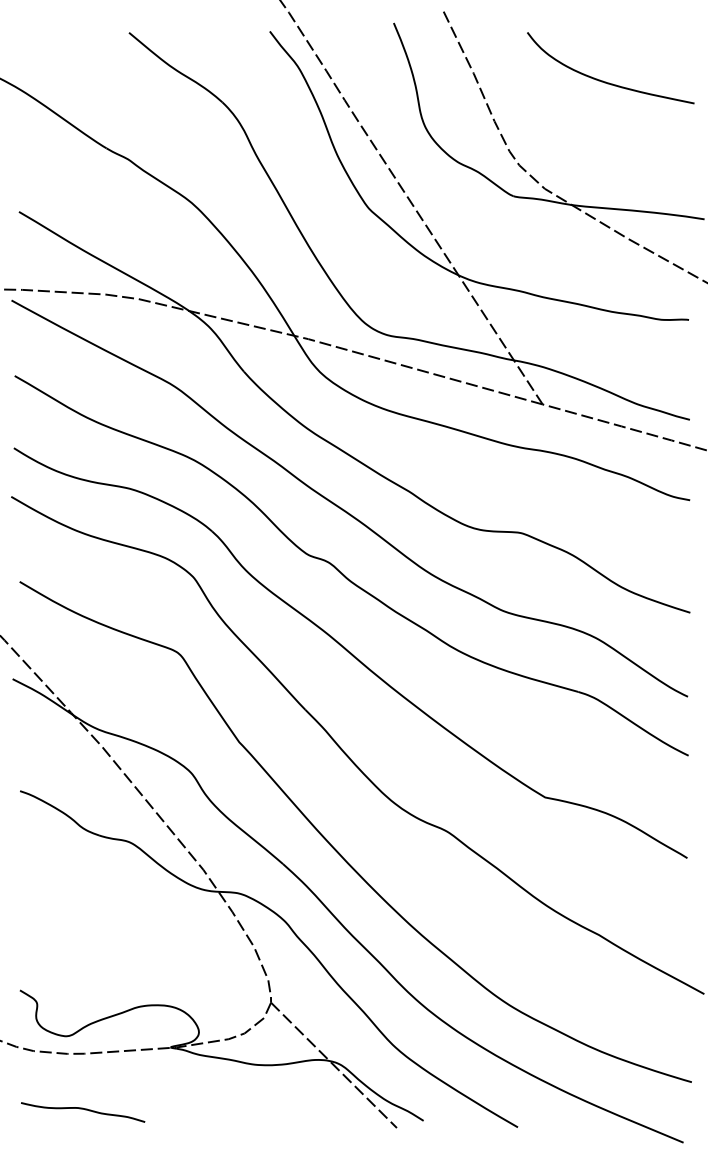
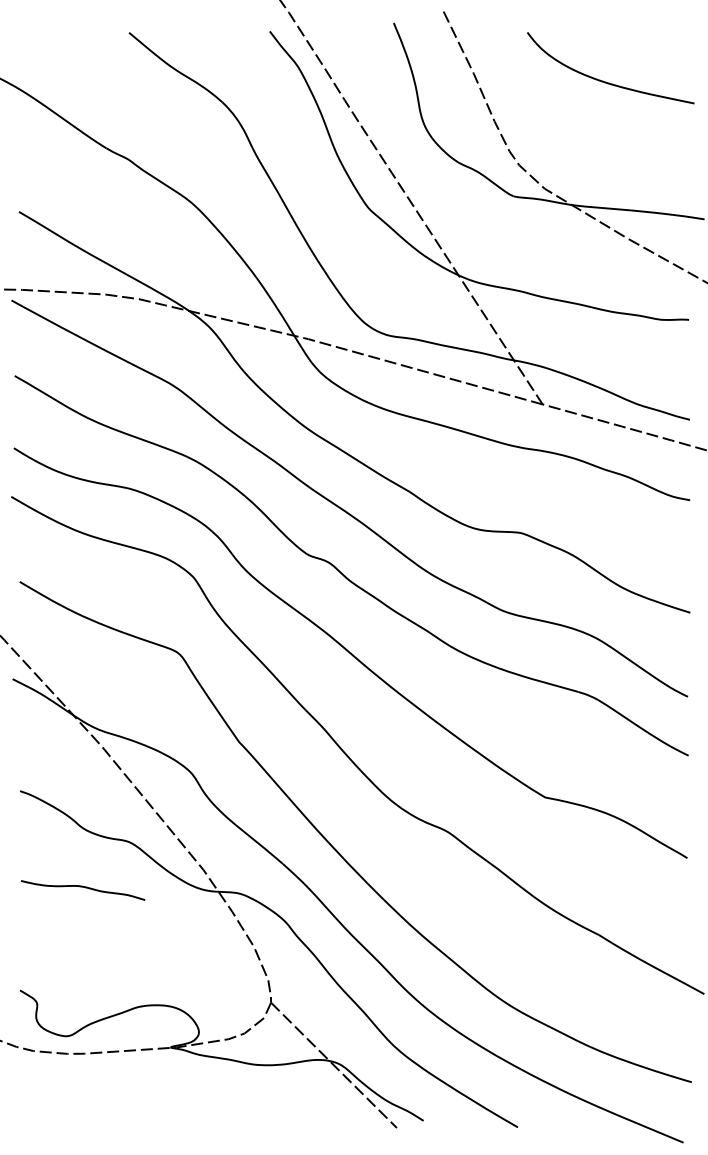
curve at (85, 1110) position: (85, 1110) -> (85, 888)
